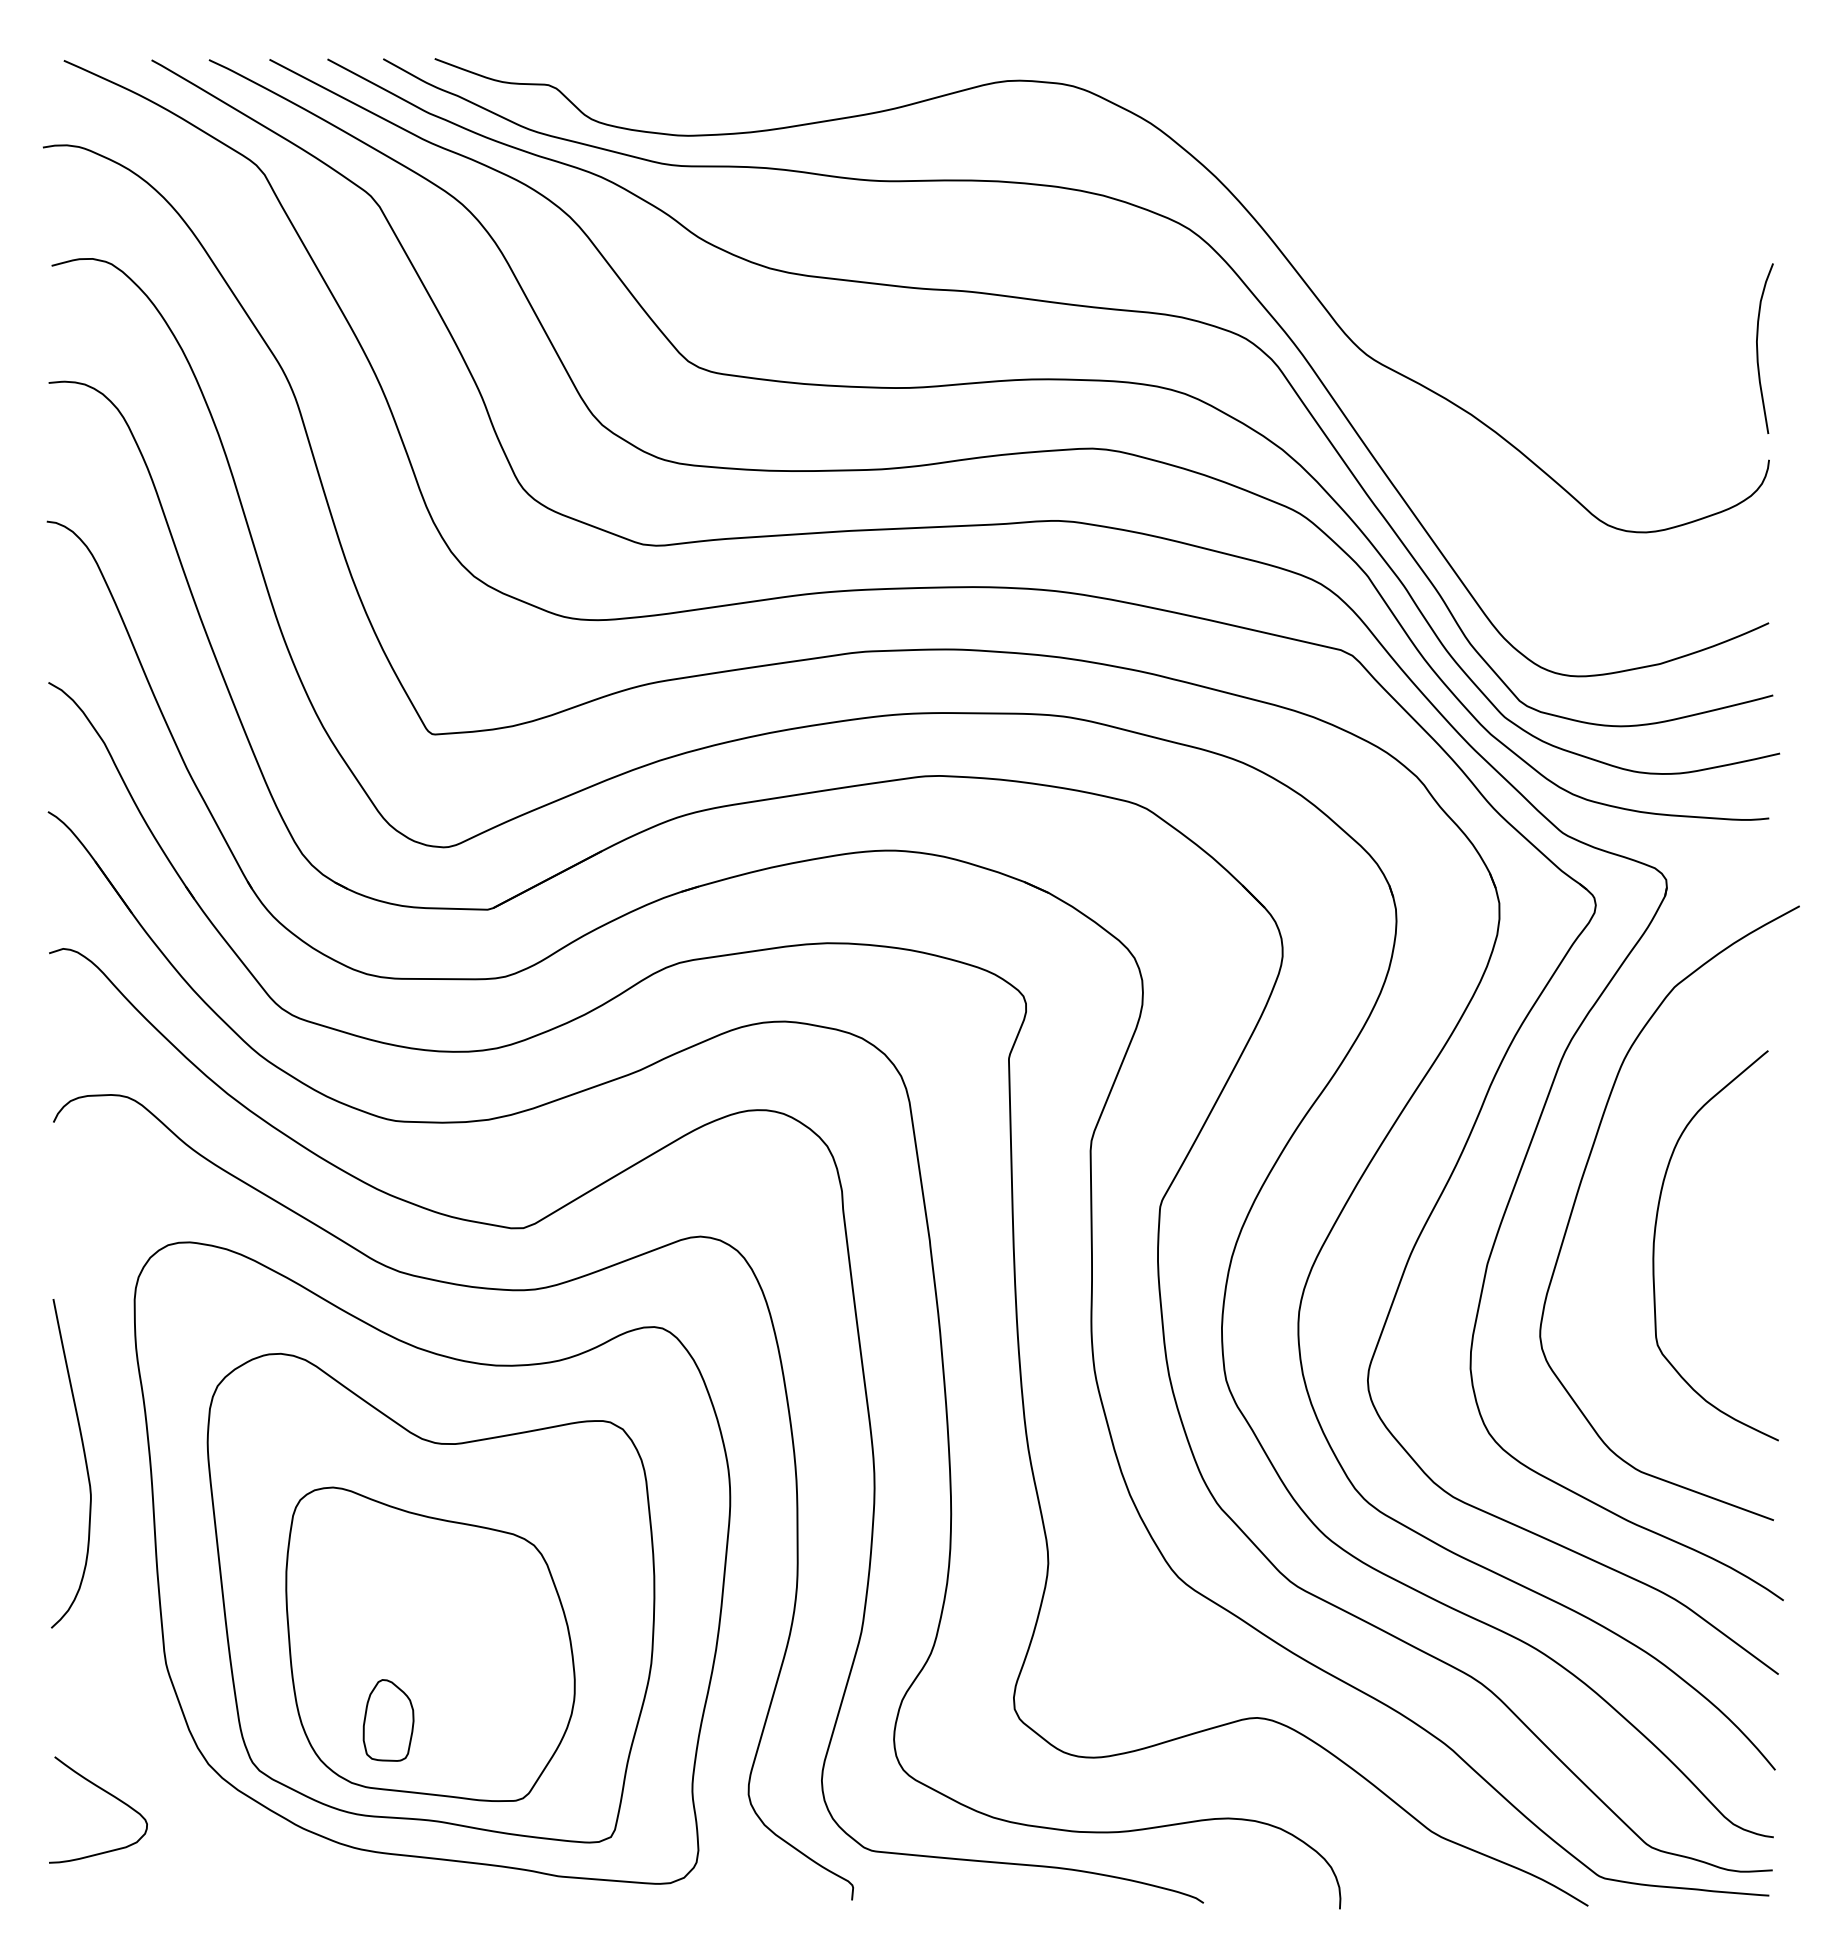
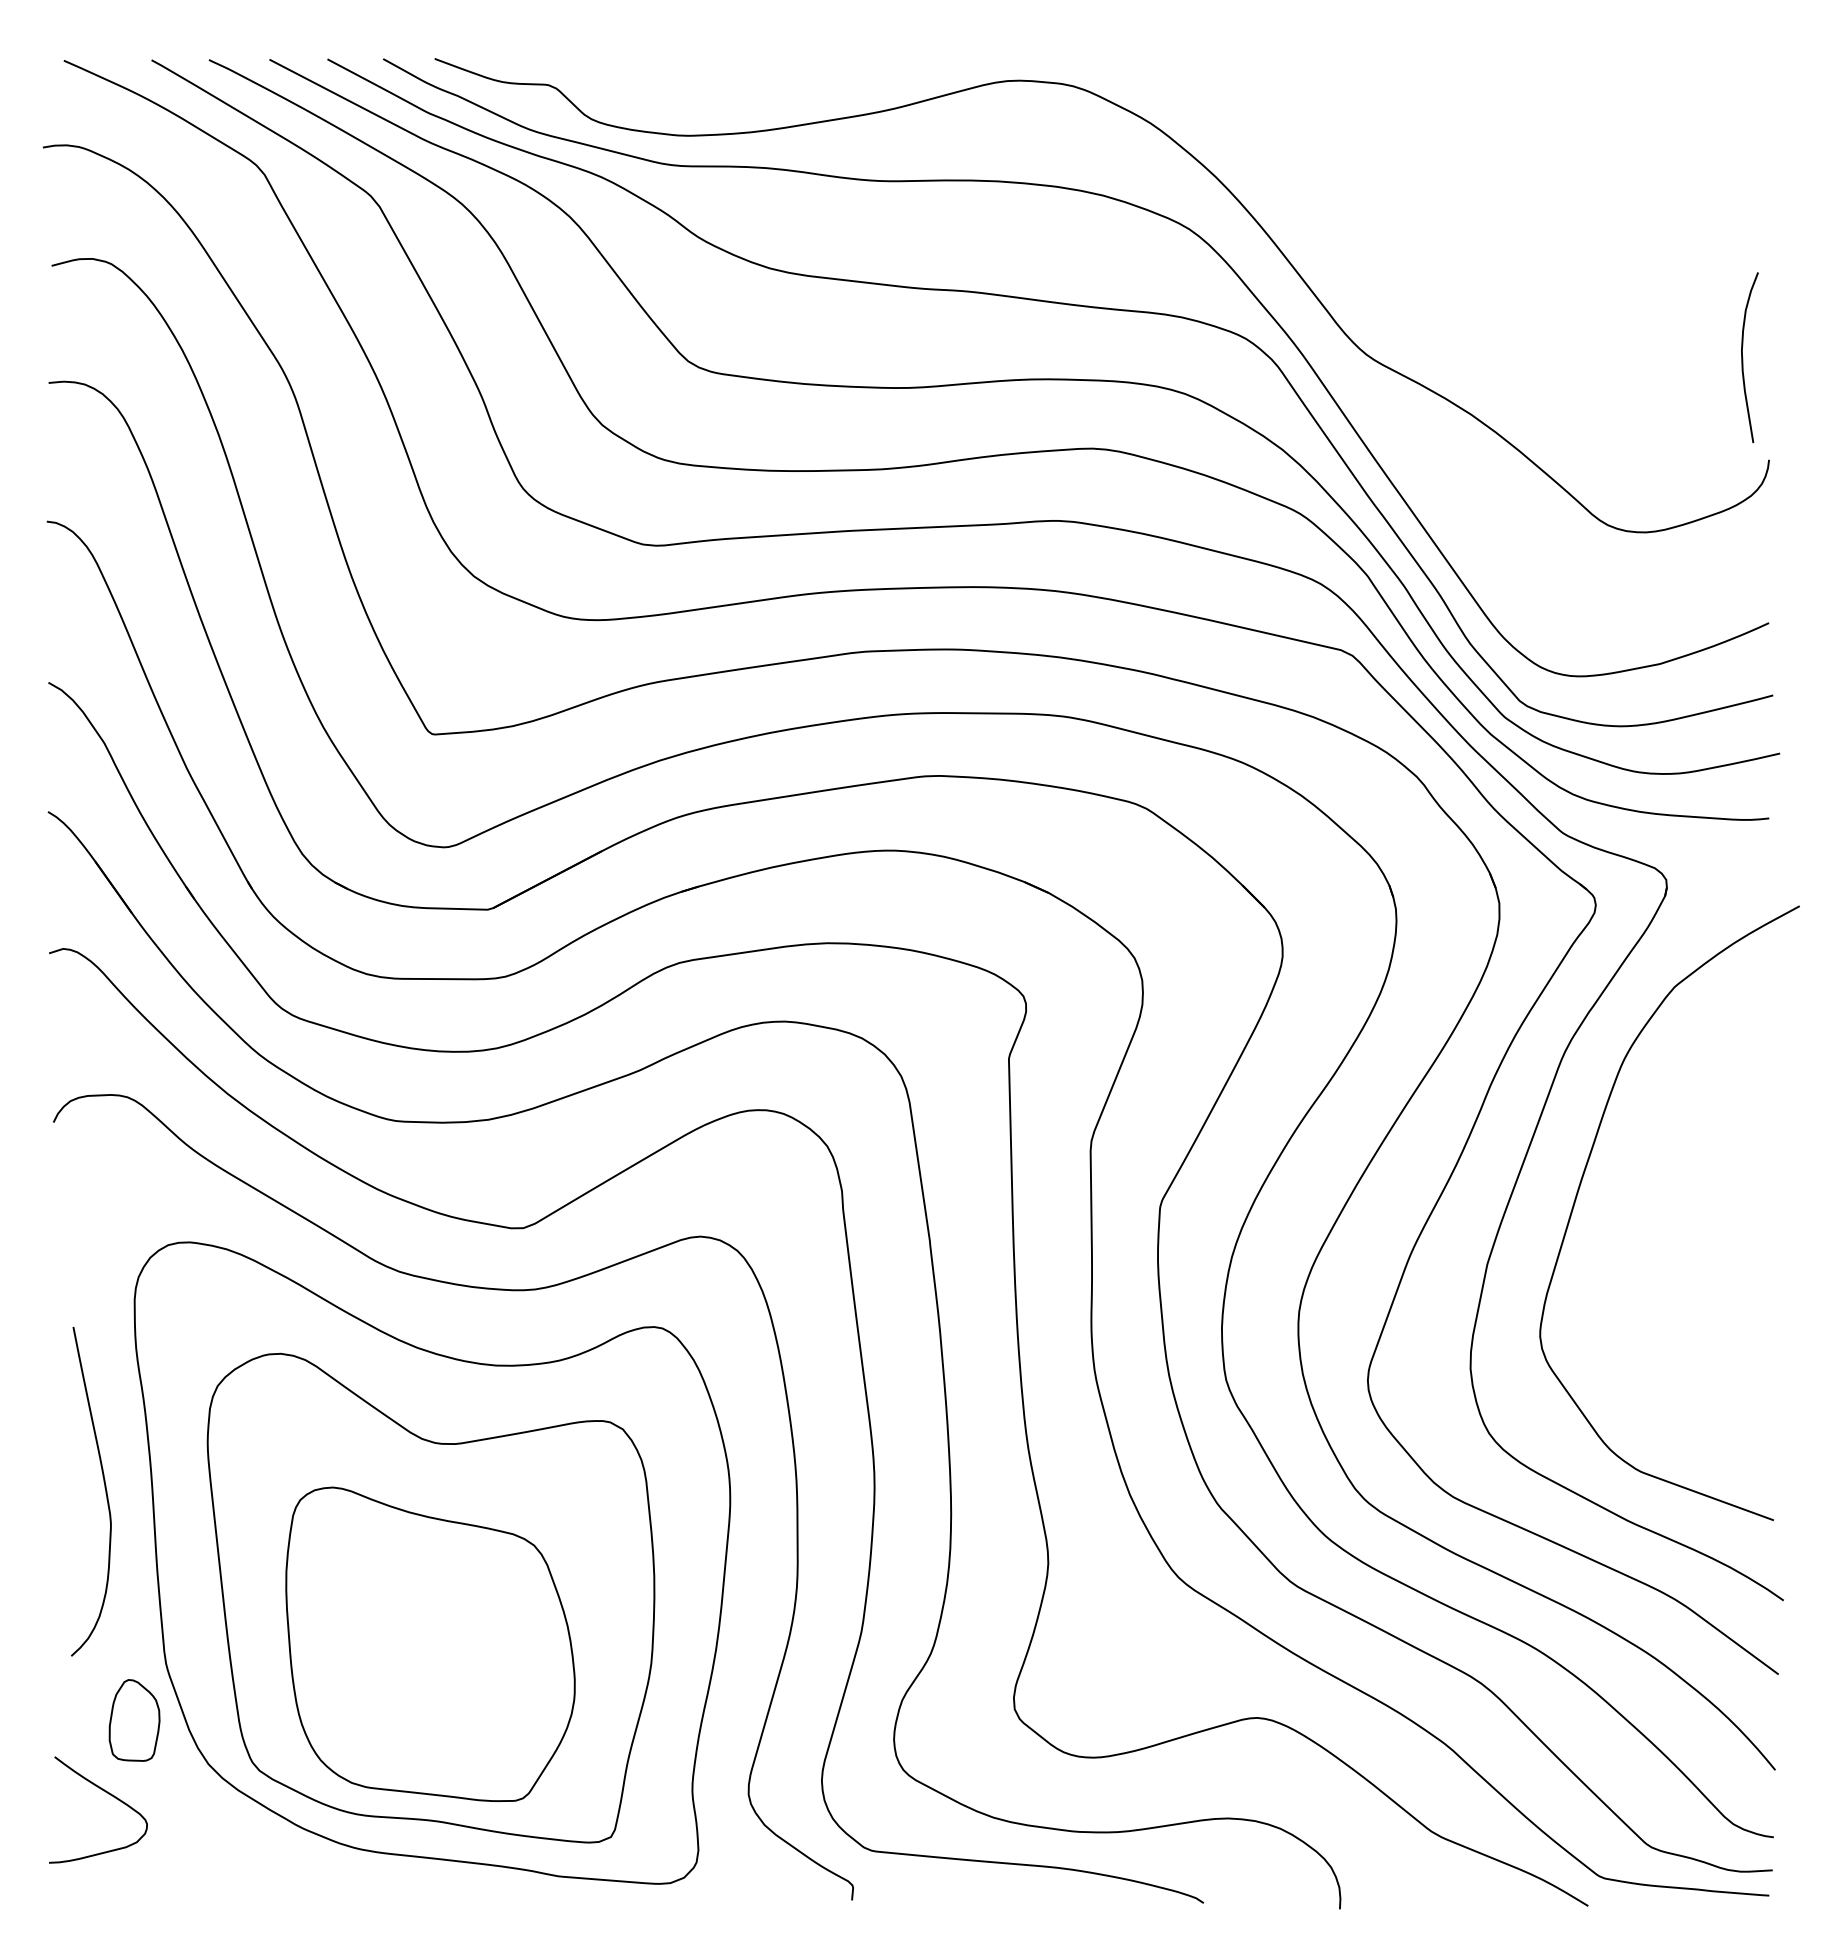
curve at (1758, 349) position: (1758, 349) -> (1743, 358)
curve at (1655, 1239): present -> none
curve at (84, 1460) position: (84, 1460) -> (104, 1488)
part at (388, 1720) position: (388, 1720) -> (134, 1720)
